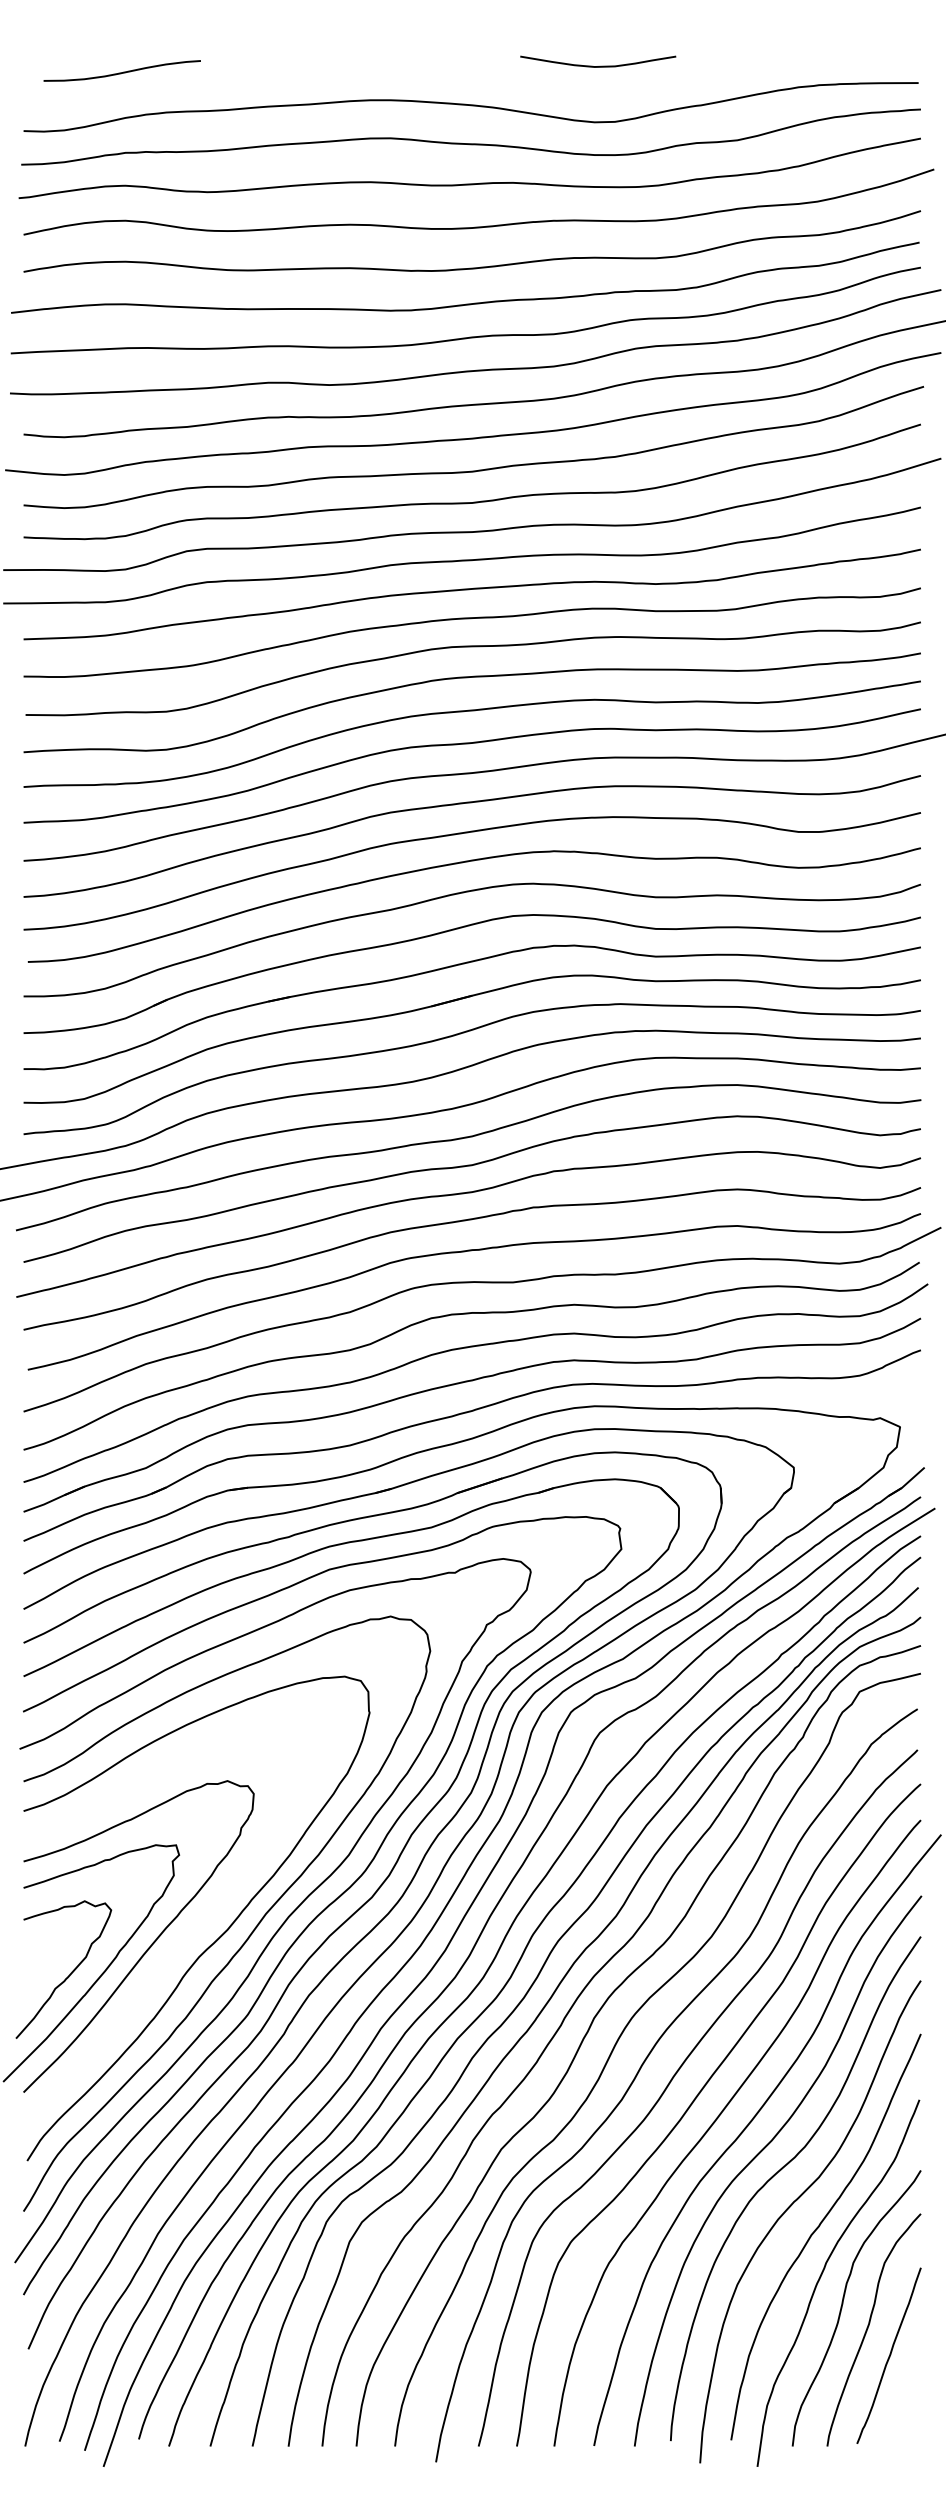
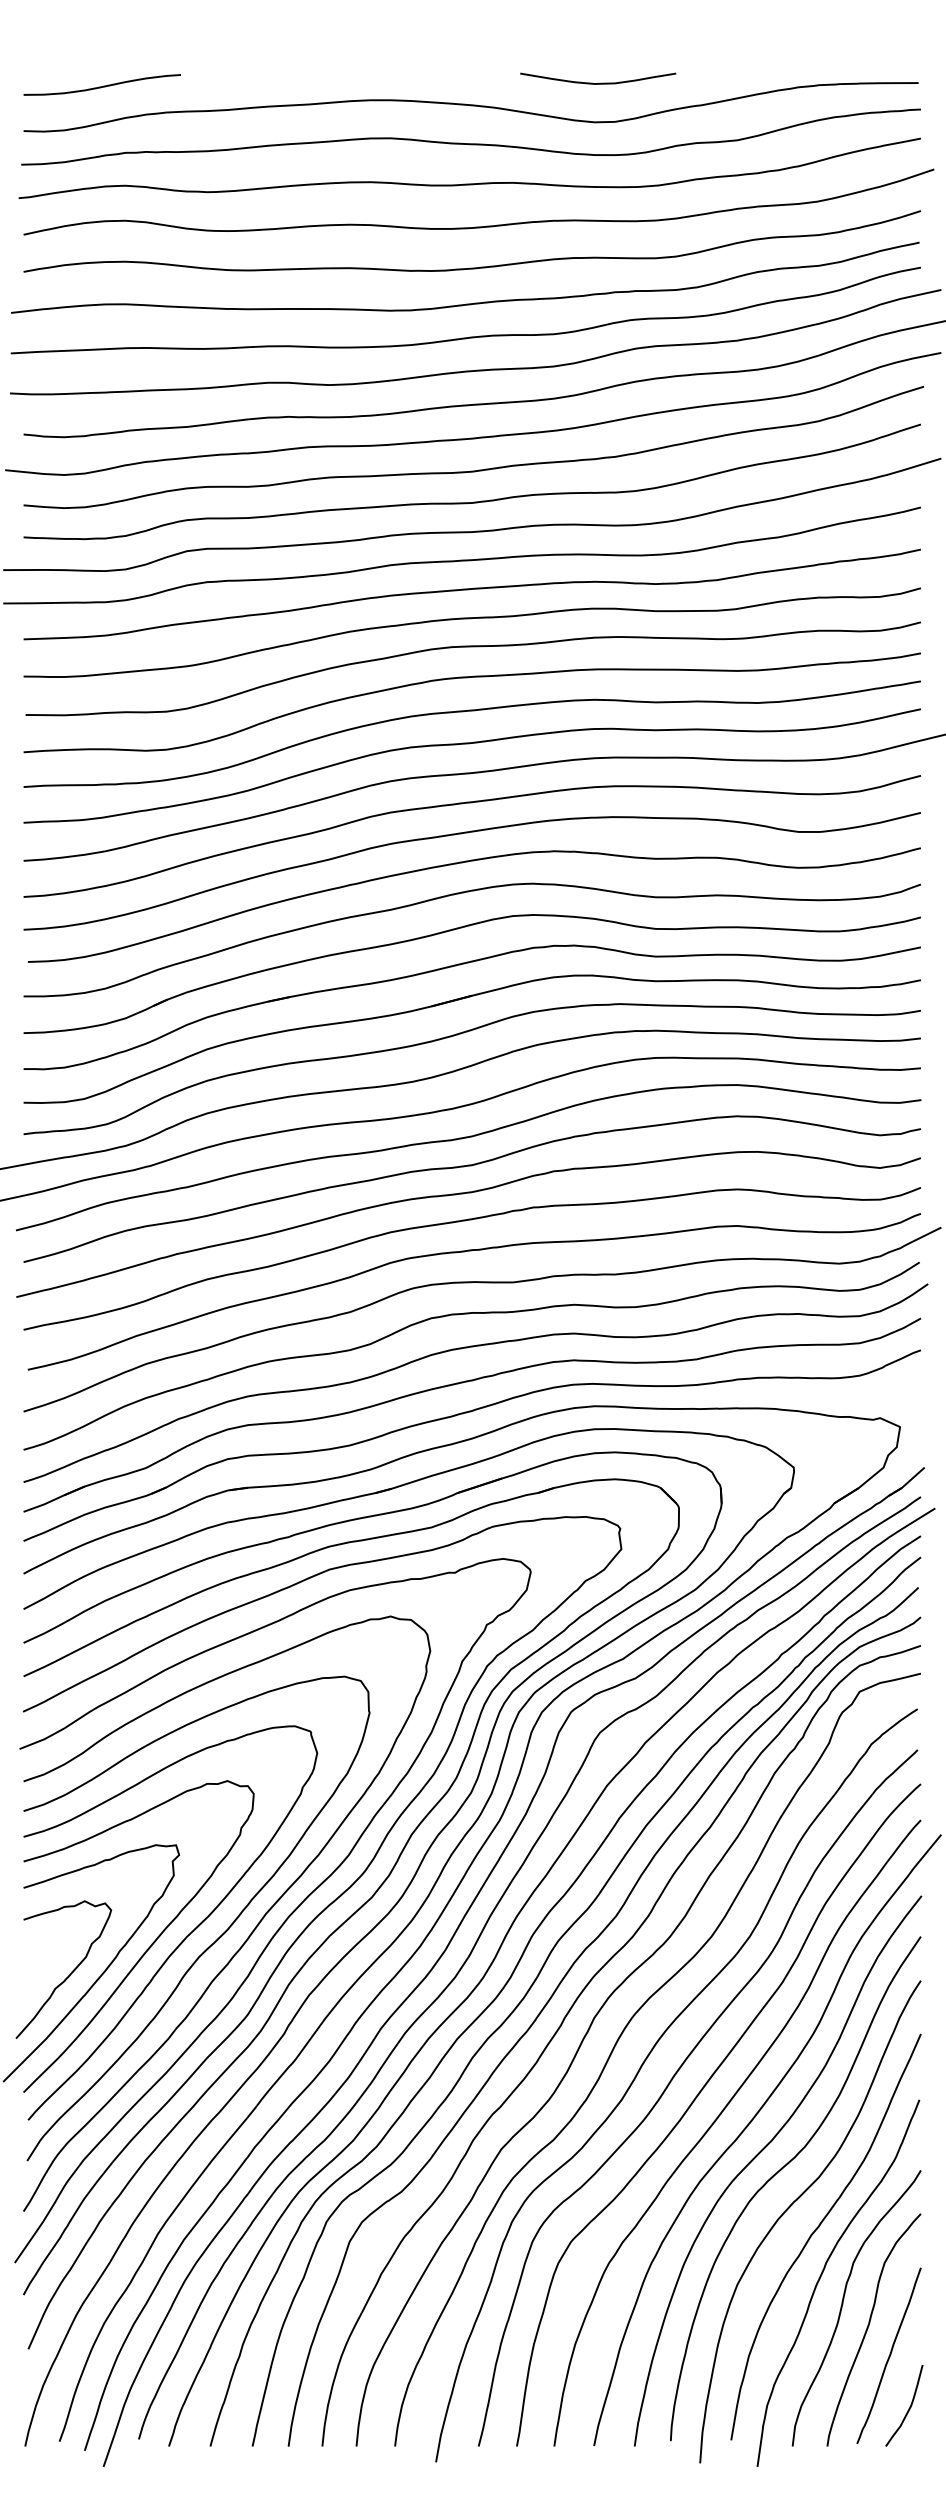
curve at (600, 65) position: (600, 65) -> (600, 82)
curve at (121, 72) position: (121, 72) -> (101, 86)
curve at (185, 1937): none -> present
curve at (908, 2408): none -> present
